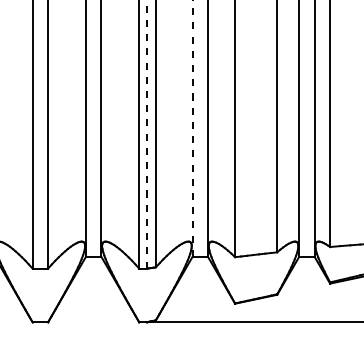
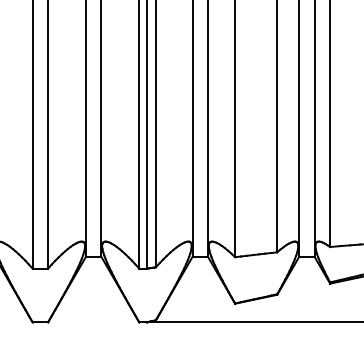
line at (192, 128): dashed -> solid
line at (146, 134): dashed -> solid
